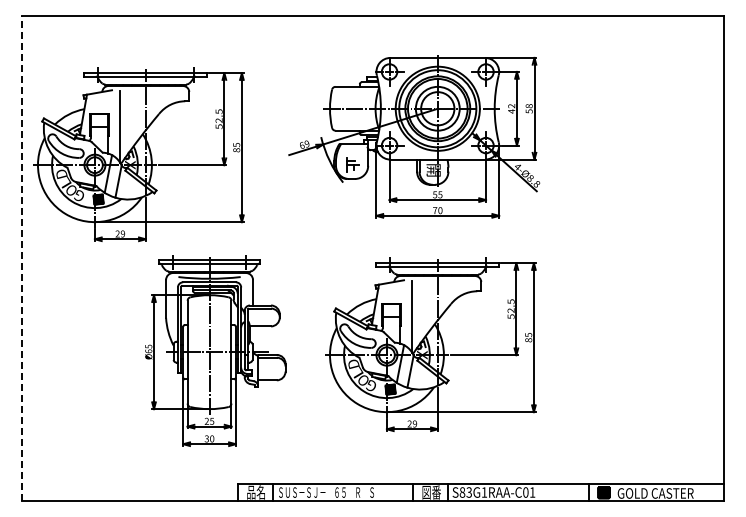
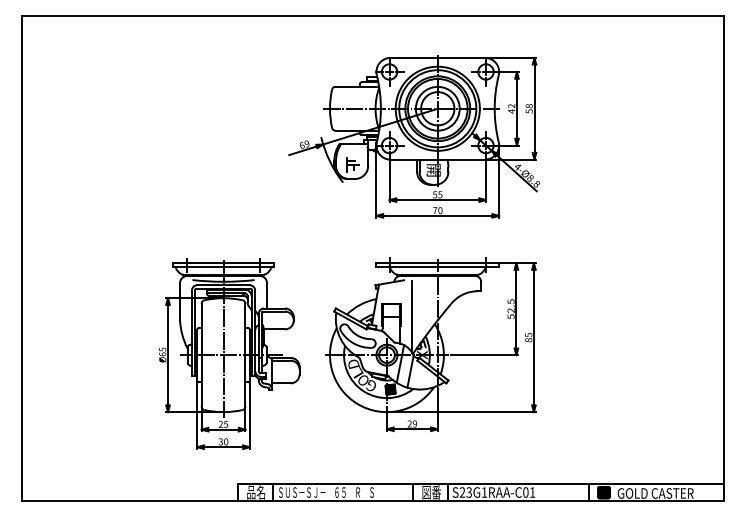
part at (138, 154): present -> none
line at (22, 258): dashed -> solid
part at (215, 350) position: (215, 350) -> (229, 353)
text at (462, 492): S83G1RAA-C01 -> S23G1RAA-C01
